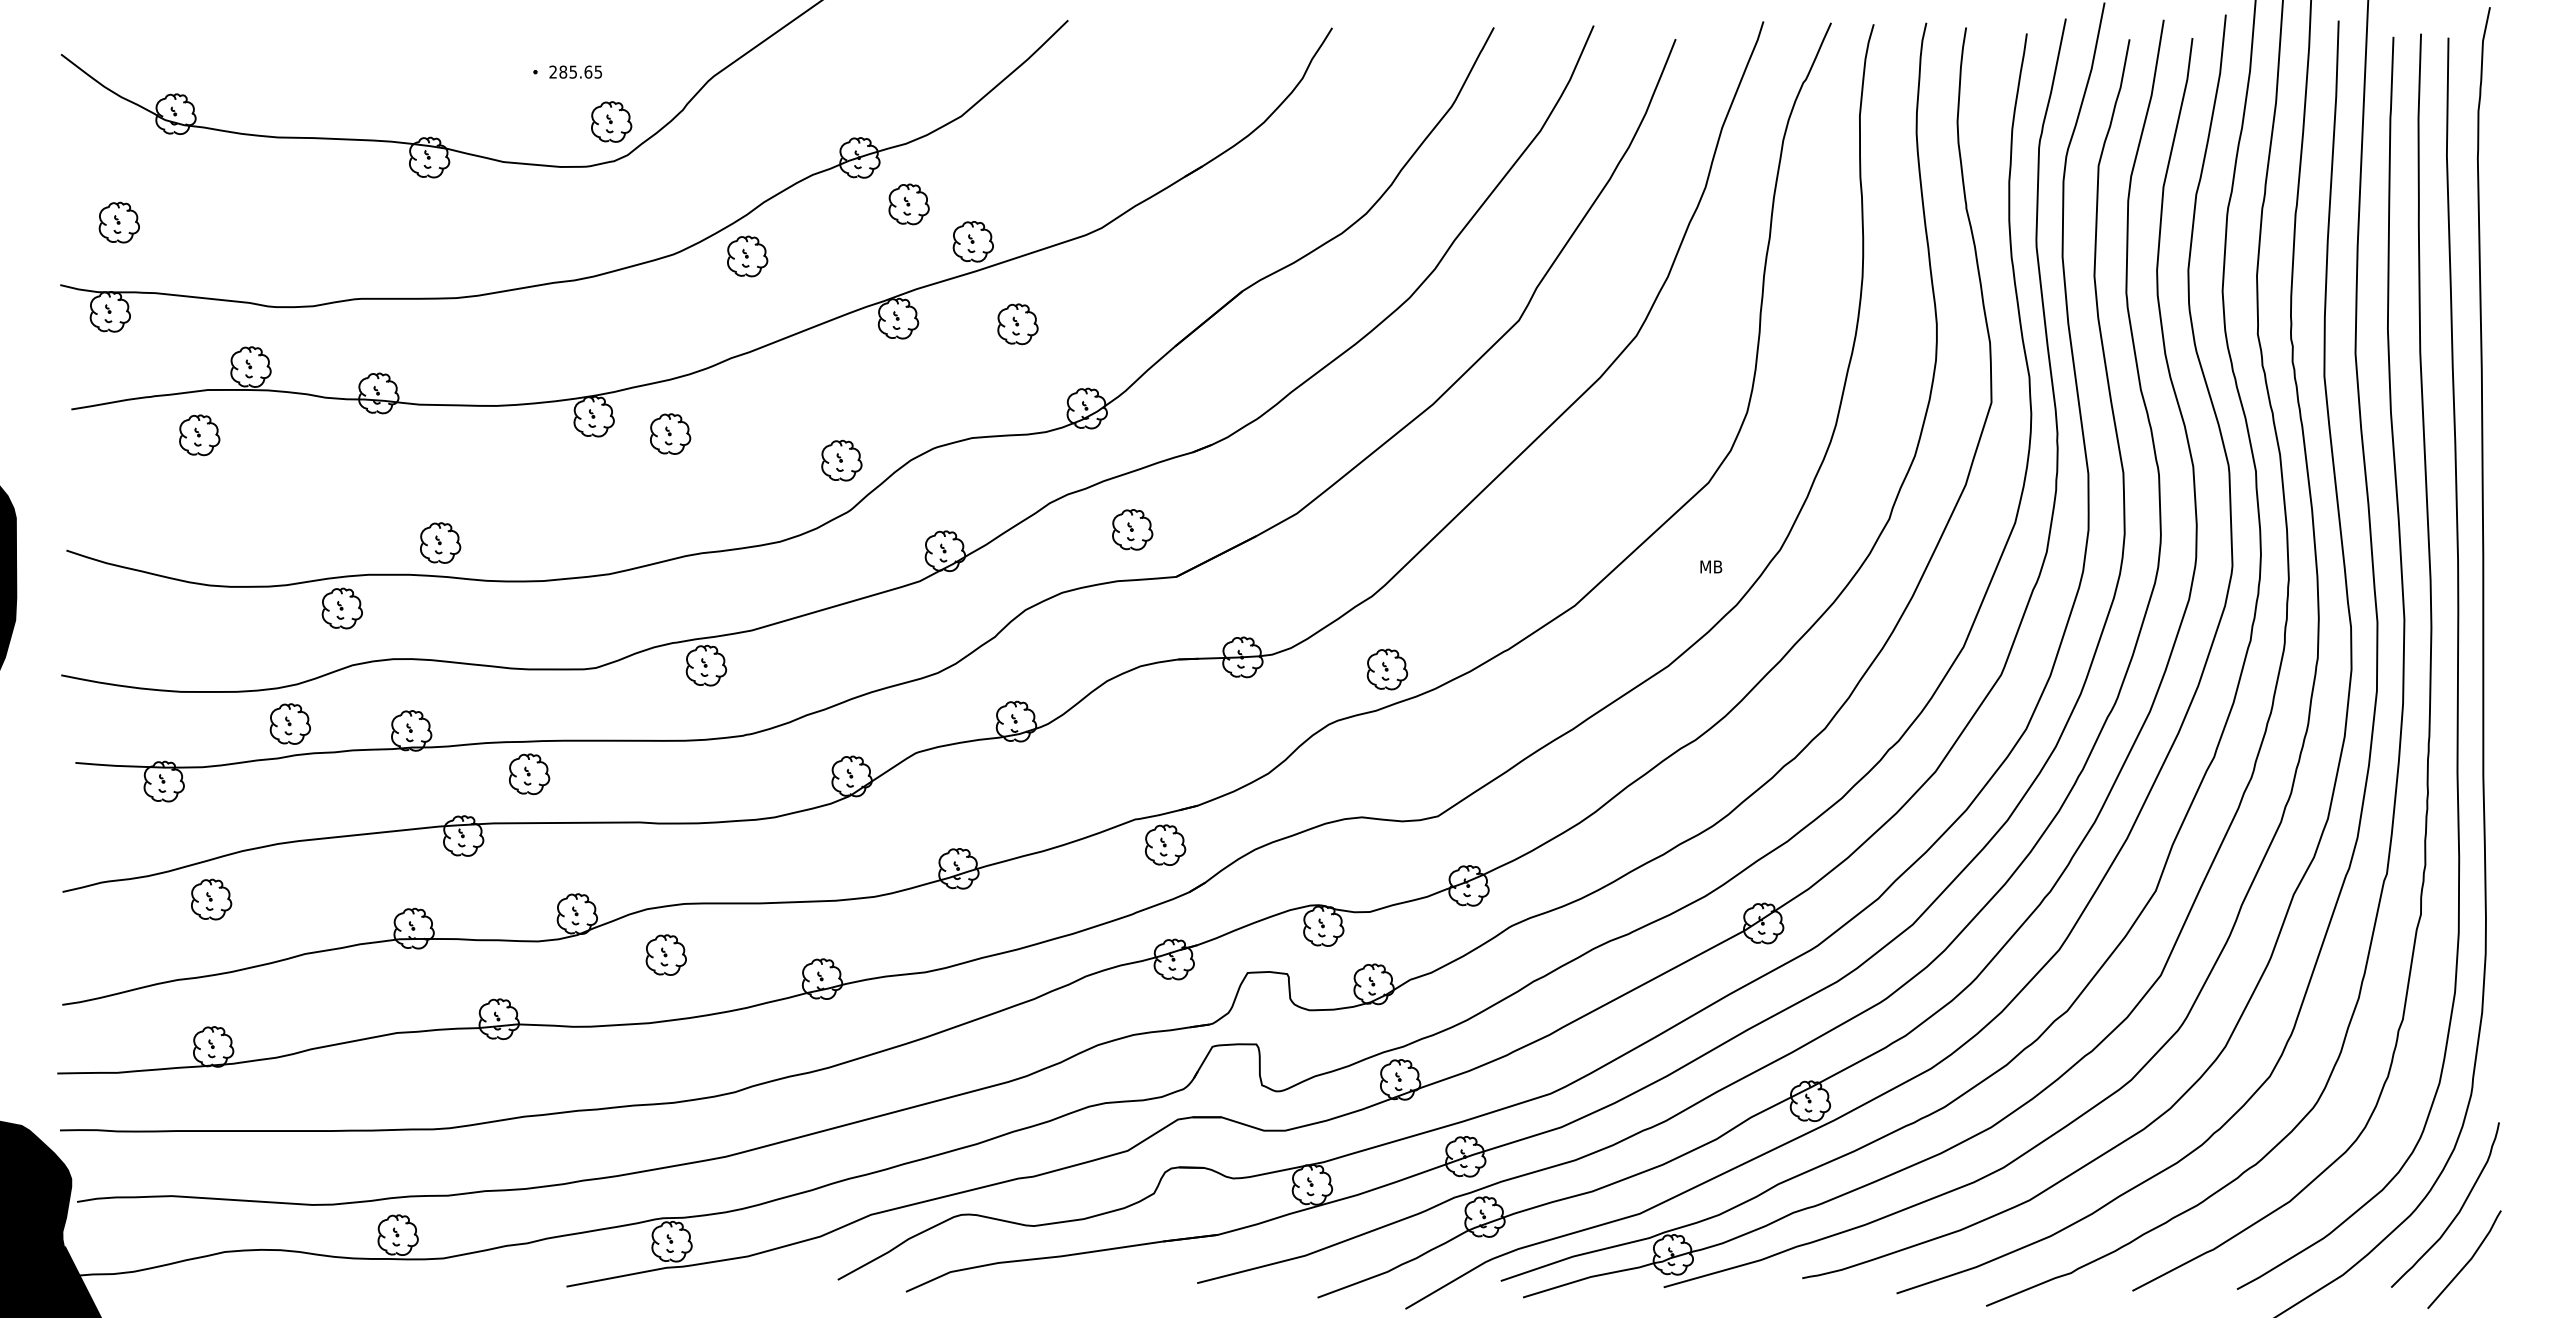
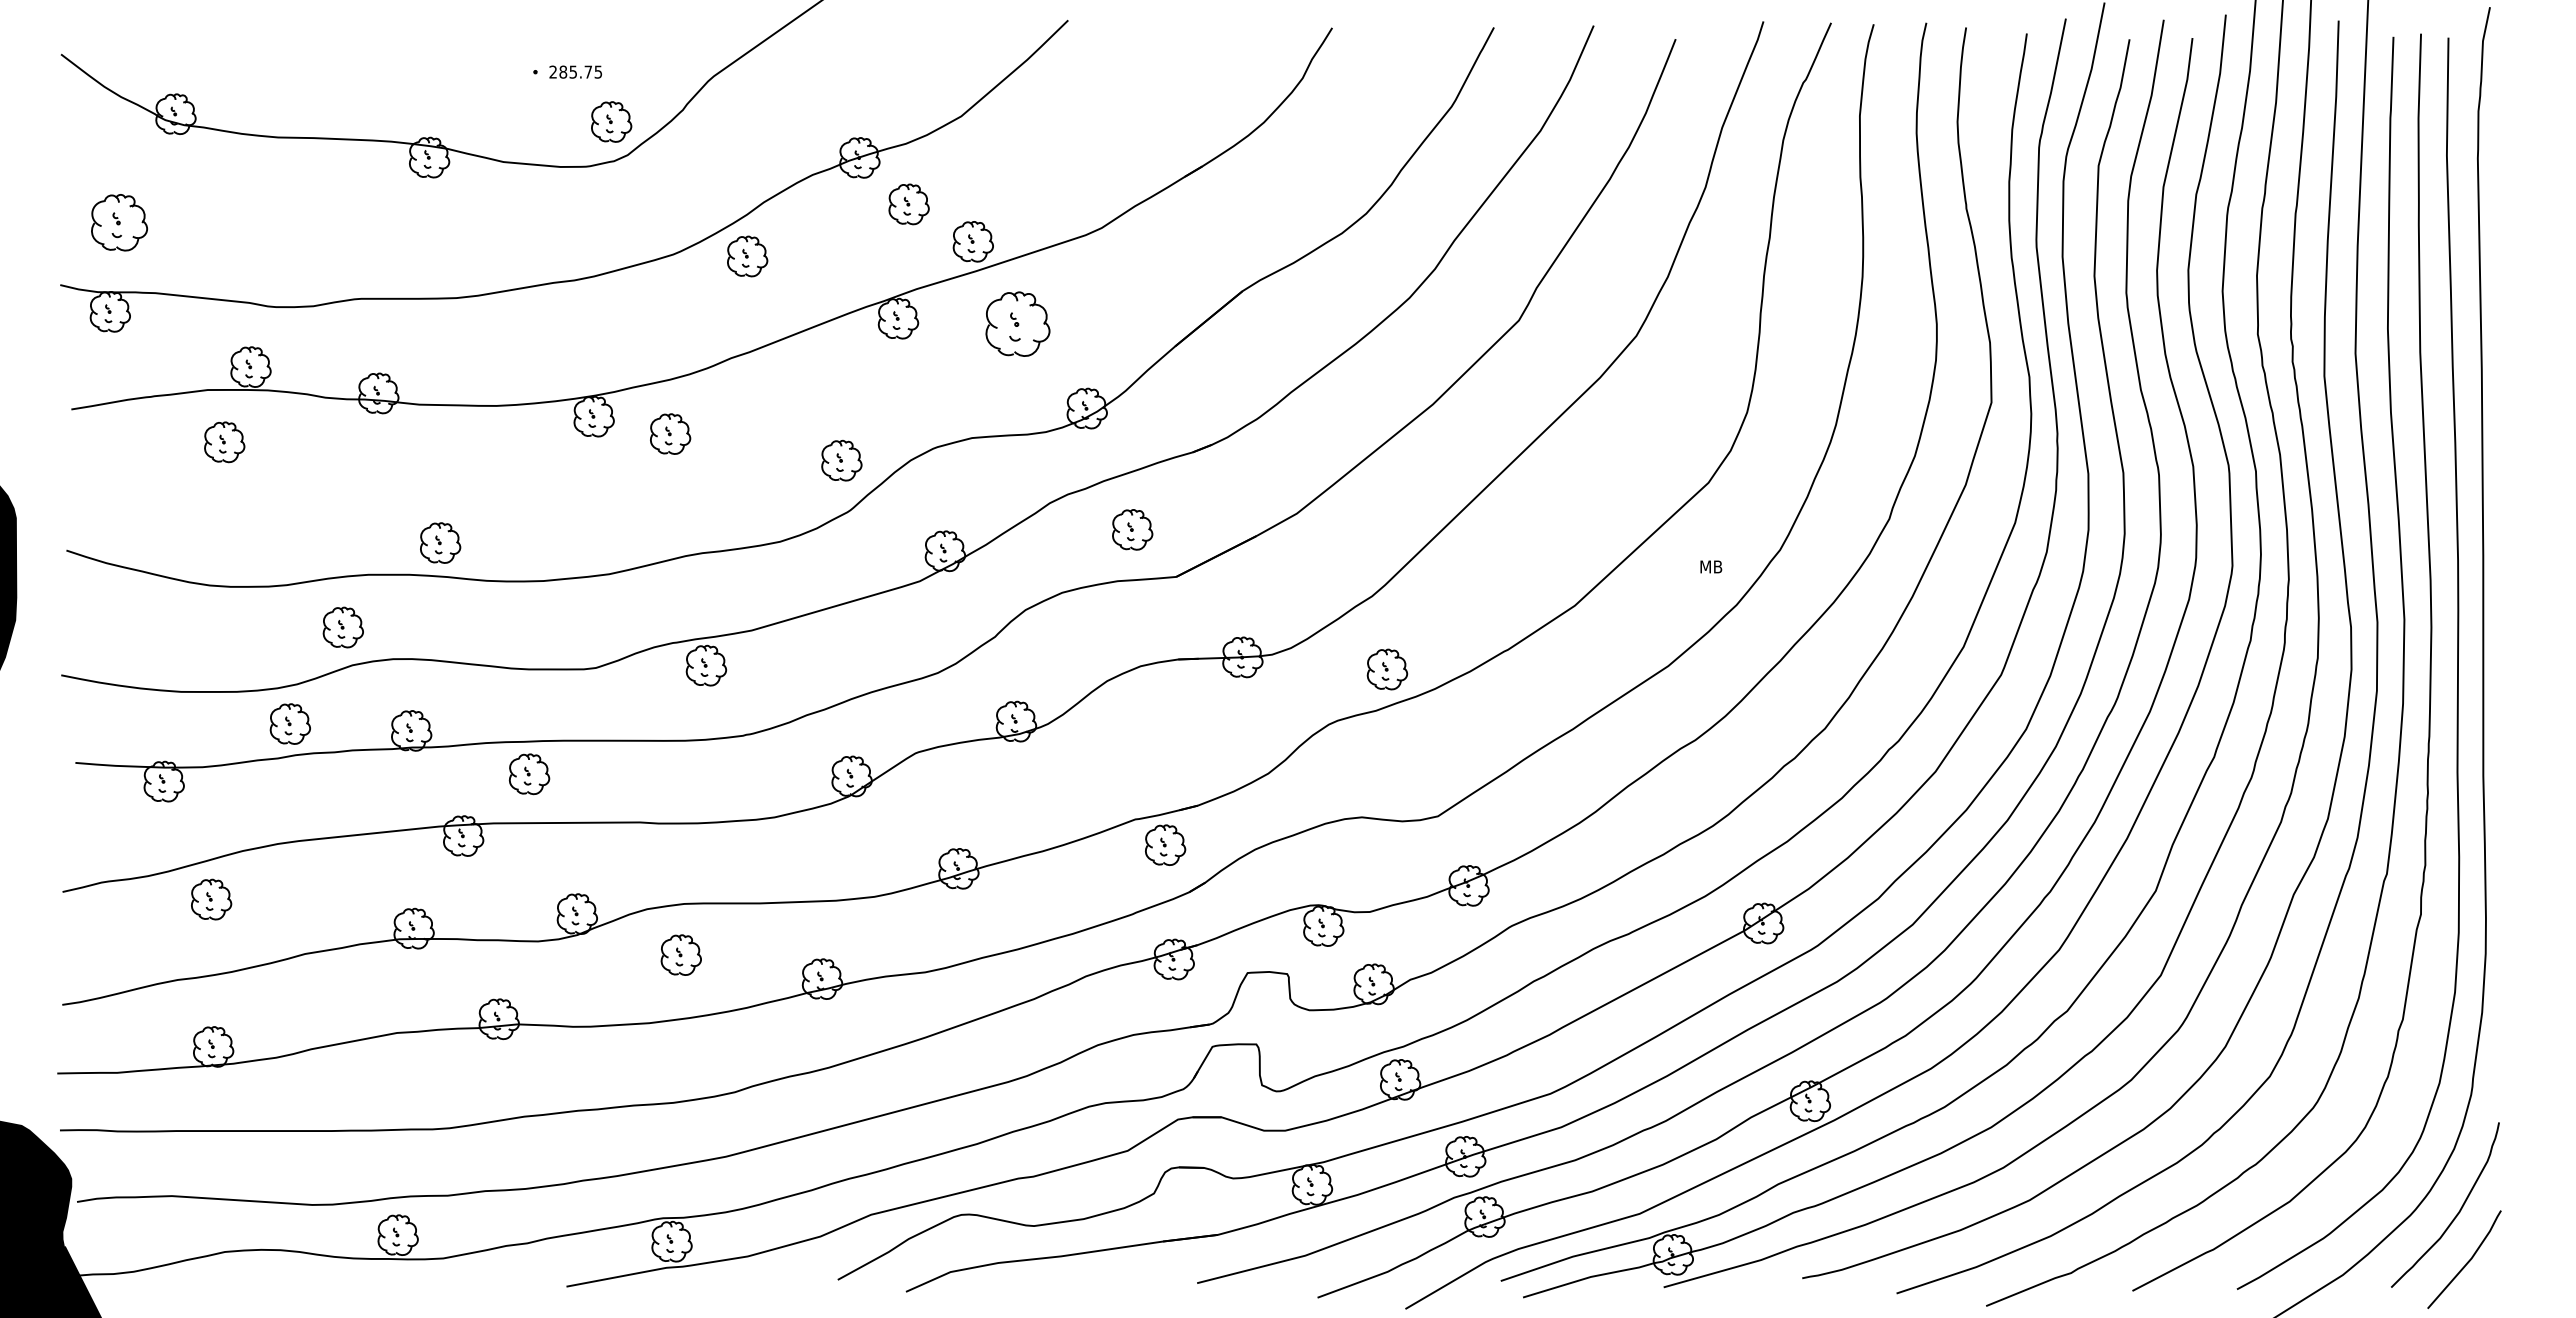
text at (588, 71): 285.65 -> 285.75
part at (118, 222) size: 42x43 px -> 57x58 px
part at (1017, 324) size: 42x43 px -> 66x66 px
part at (199, 435) position: (199, 435) -> (224, 442)
part at (341, 608) position: (341, 608) -> (342, 627)
part at (665, 954) position: (665, 954) -> (680, 954)
